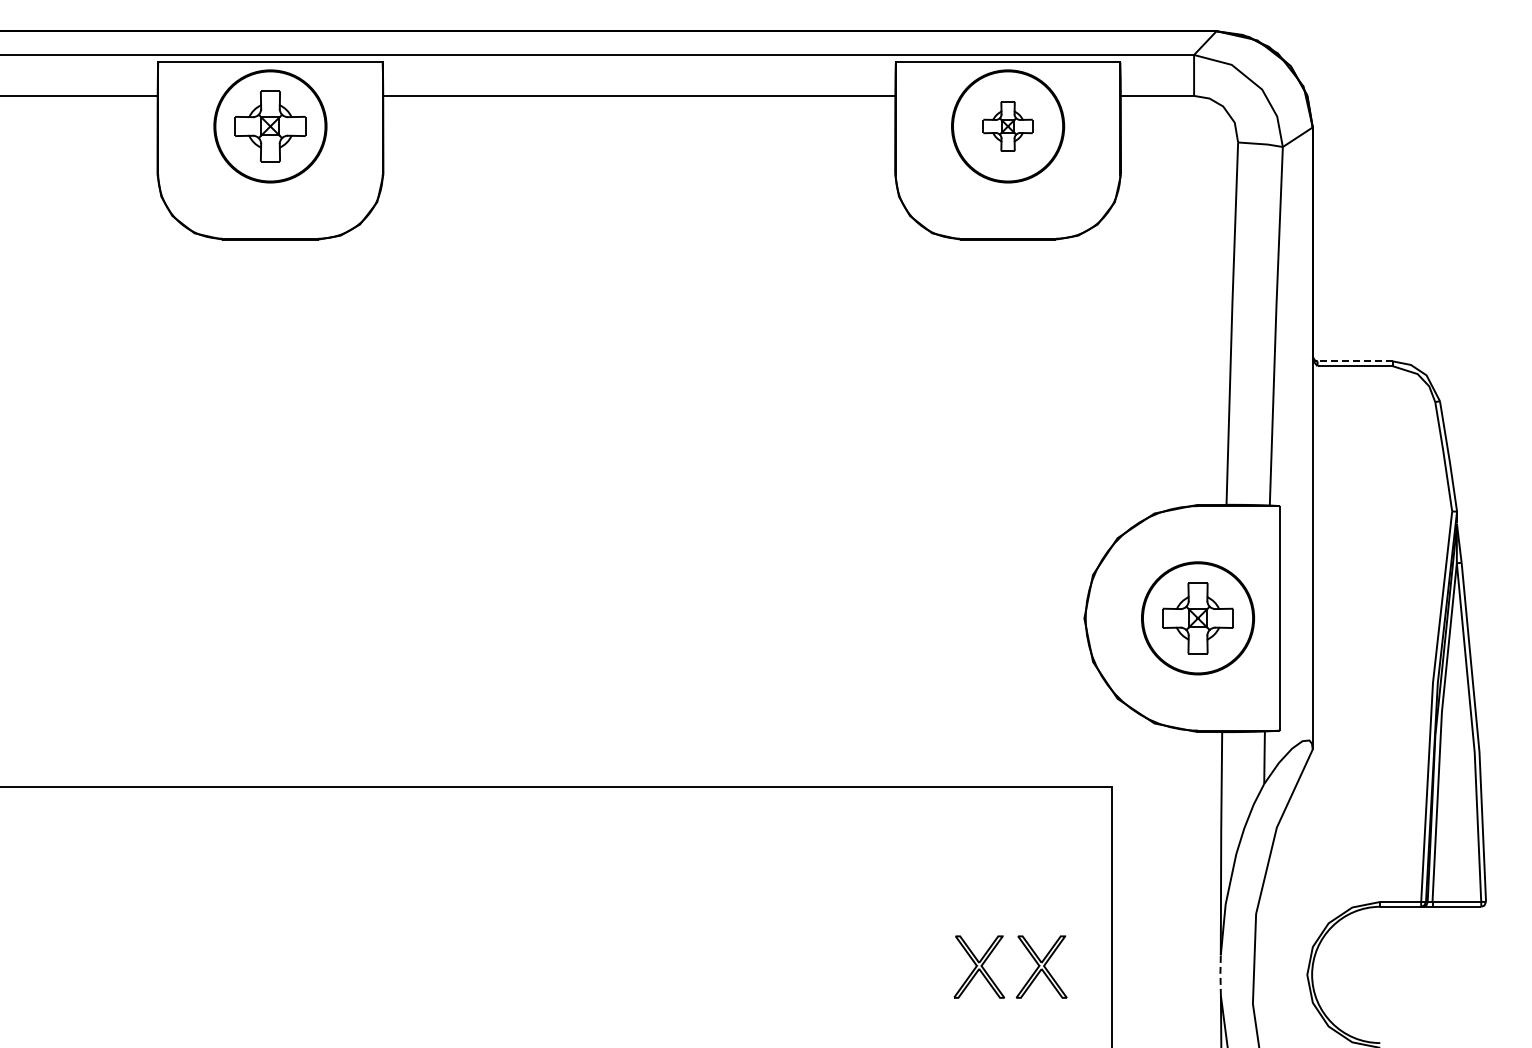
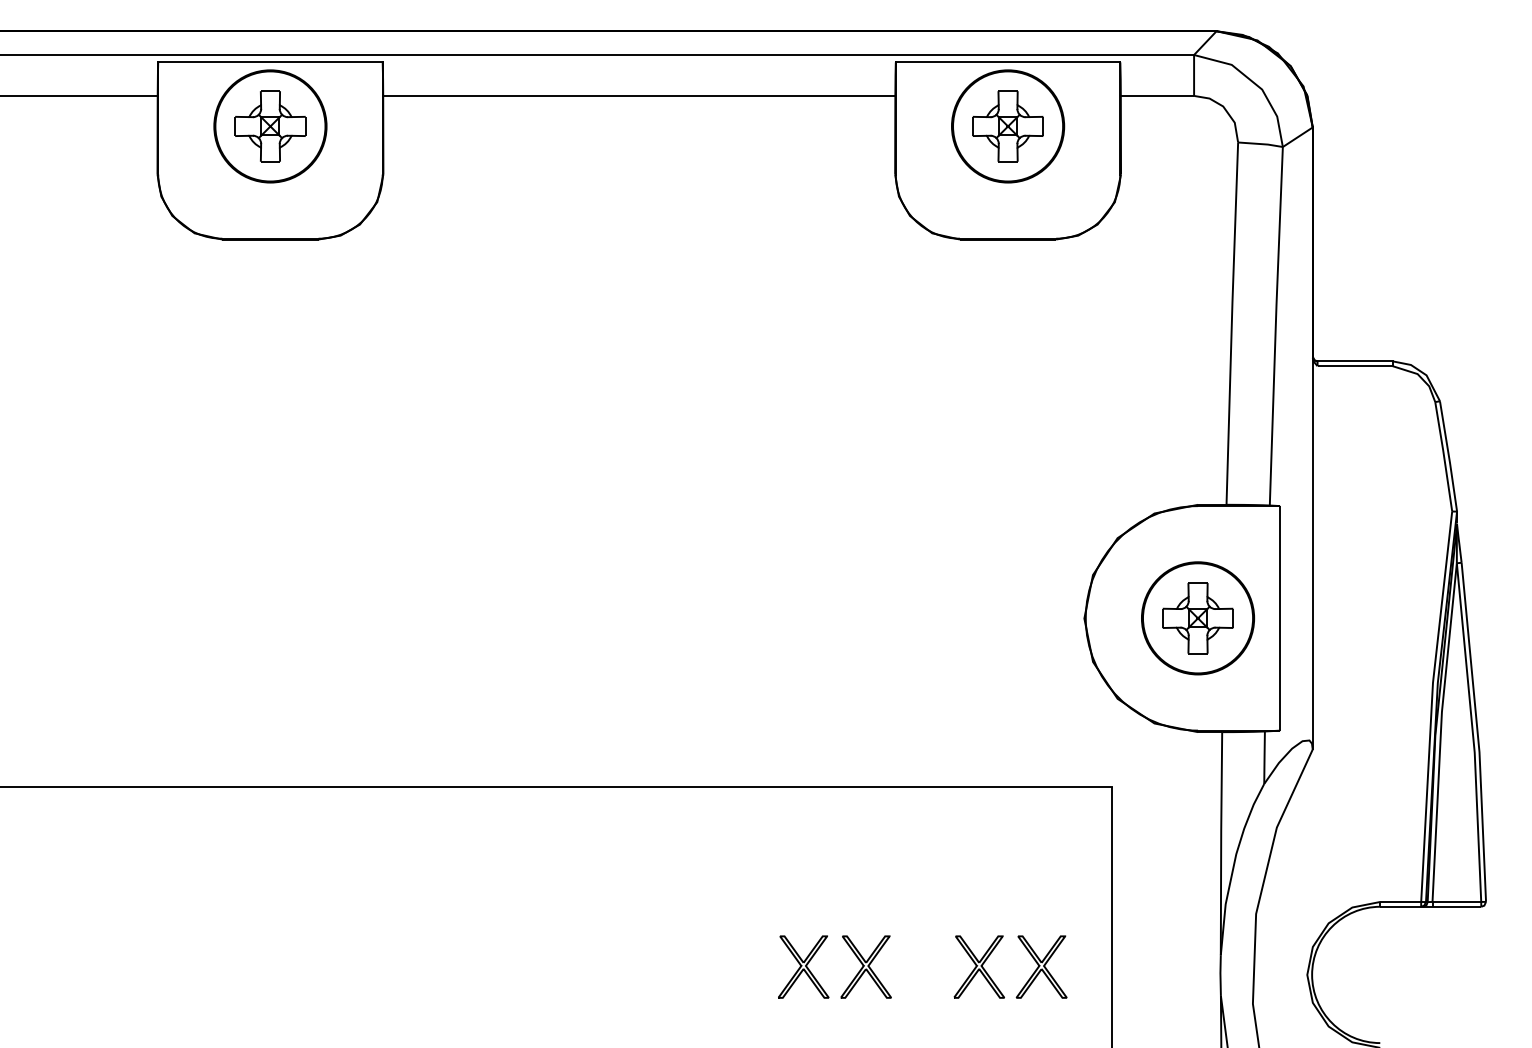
part at (1007, 126) size: 52x51 px -> 72x73 px
line at (1354, 361): dashed -> solid
part at (803, 966): none -> present
part at (865, 966): none -> present
line at (1220, 975): dashed -> solid
